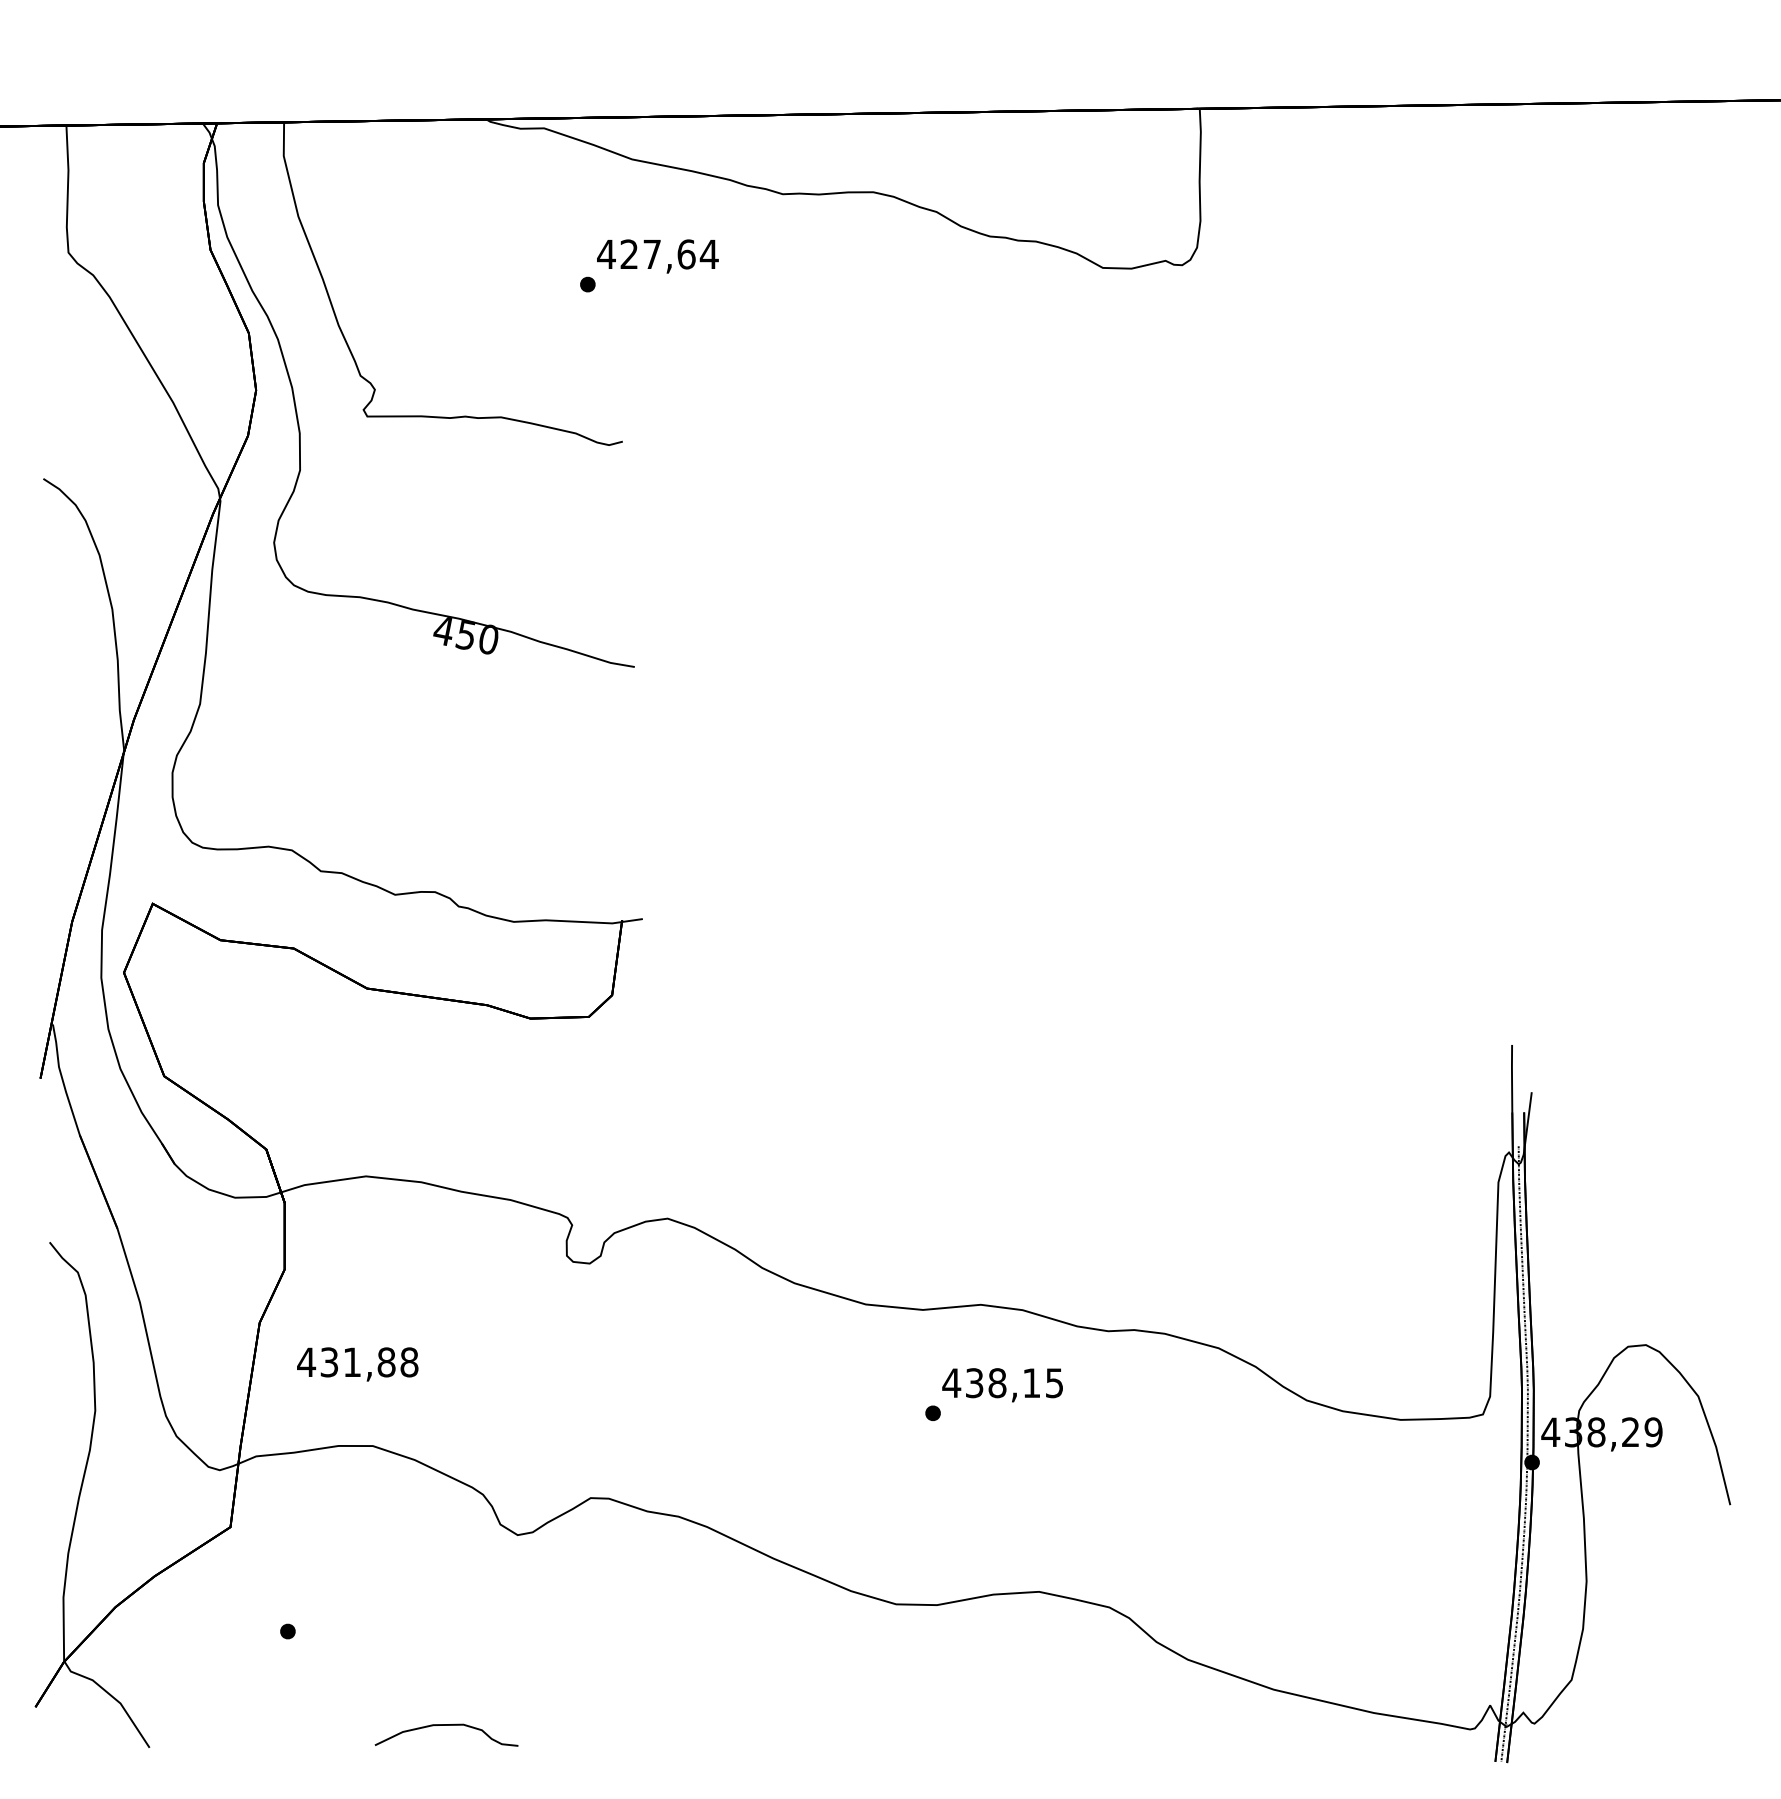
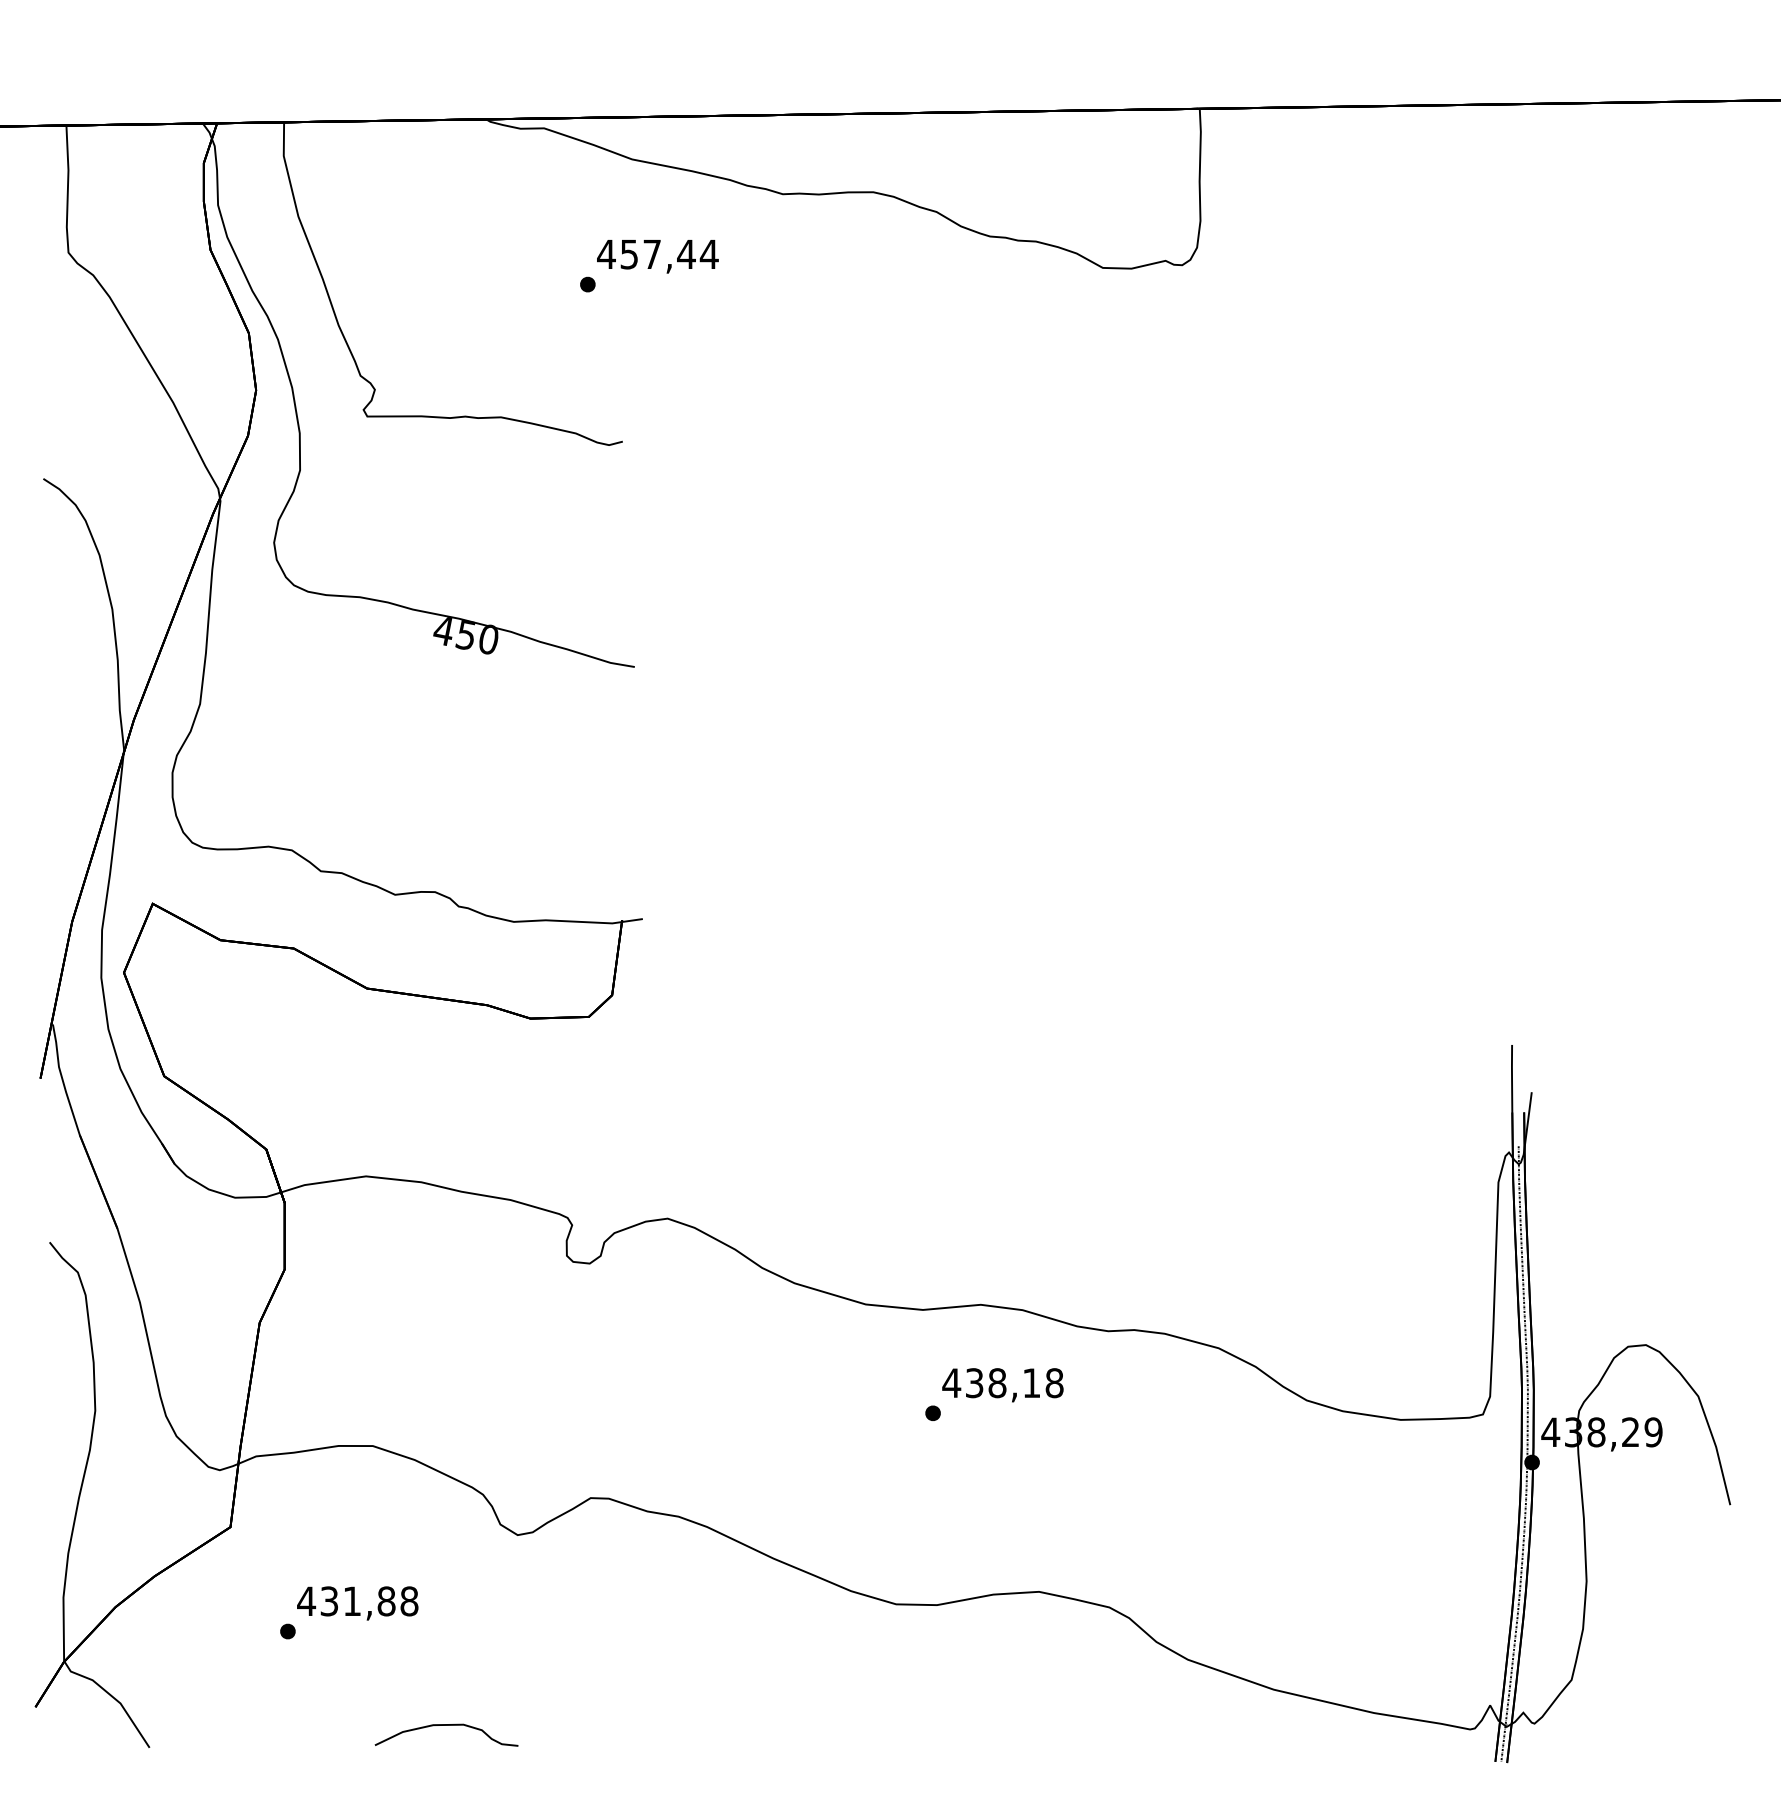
text at (657, 254): 427,64 -> 457,44
text at (357, 1364) position: (357, 1364) -> (357, 1603)
text at (1054, 1383): 438,15 -> 438,18
